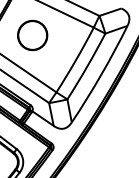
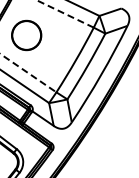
line at (65, 13): solid -> dashed
part at (32, 35) position: (32, 35) -> (26, 35)
line at (28, 73): solid -> dashed
